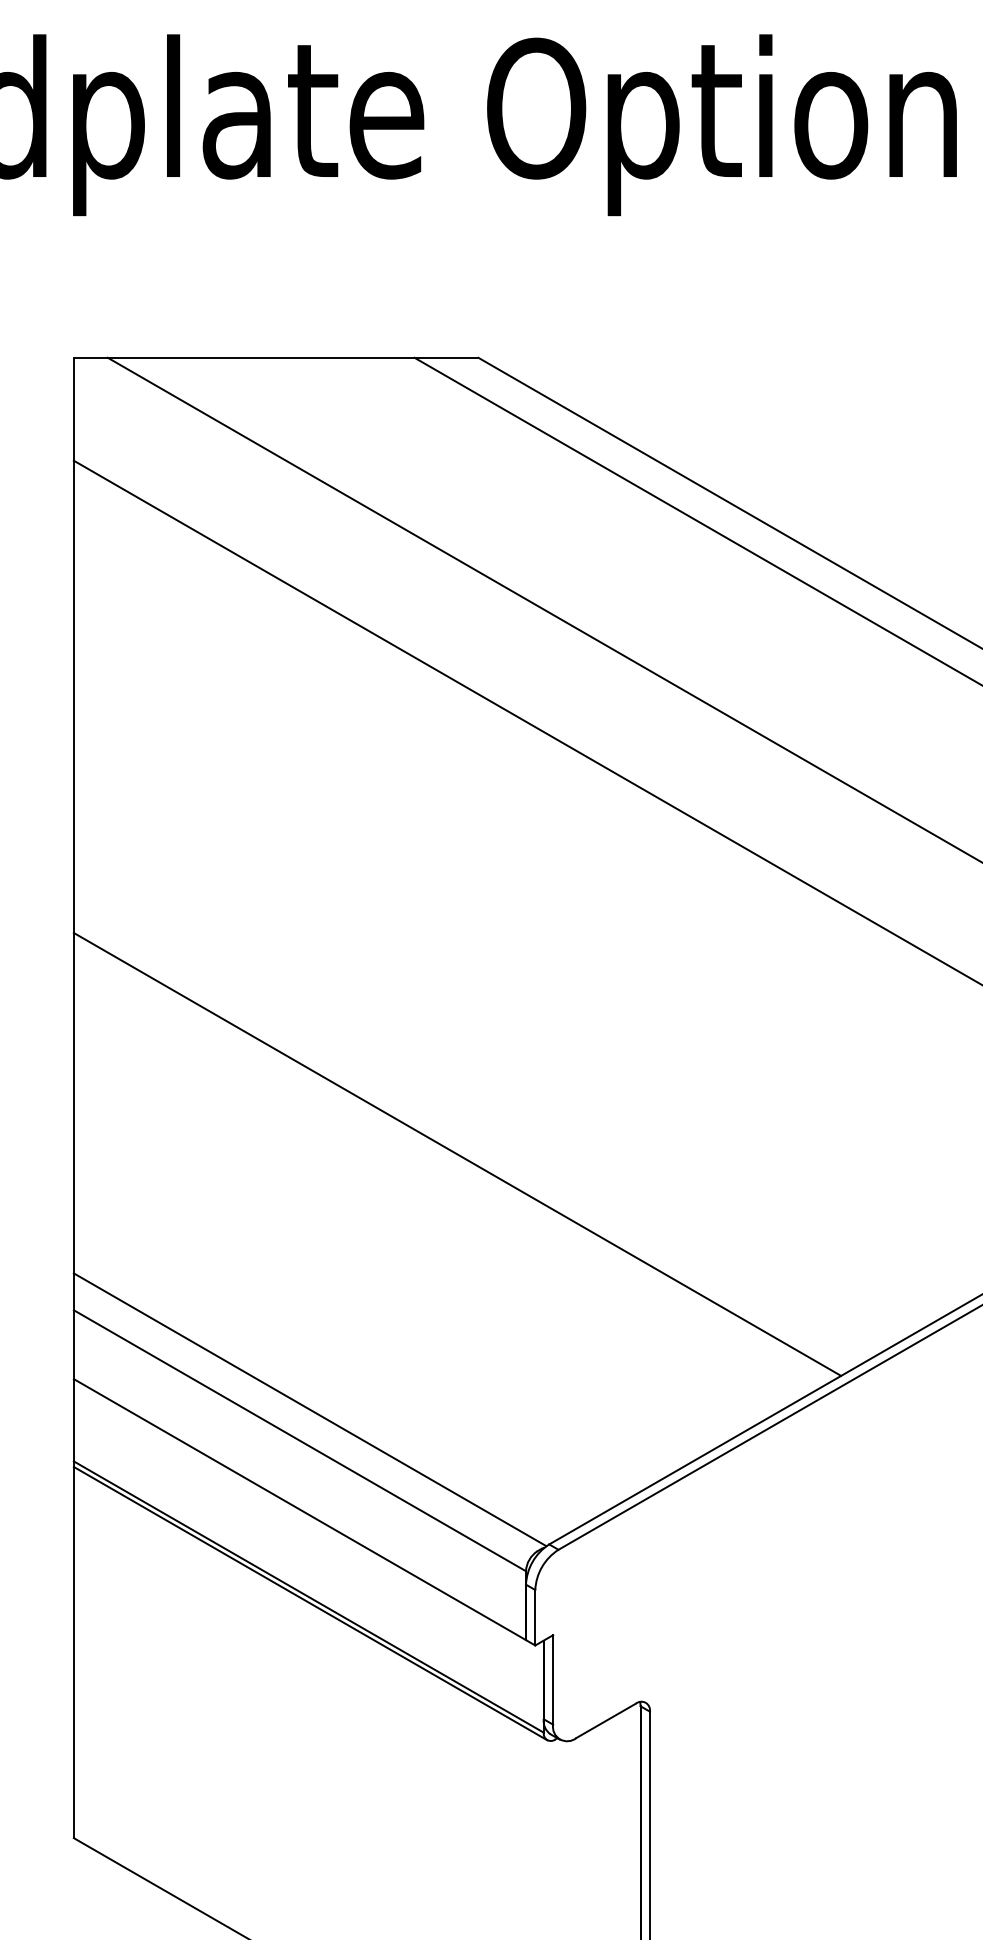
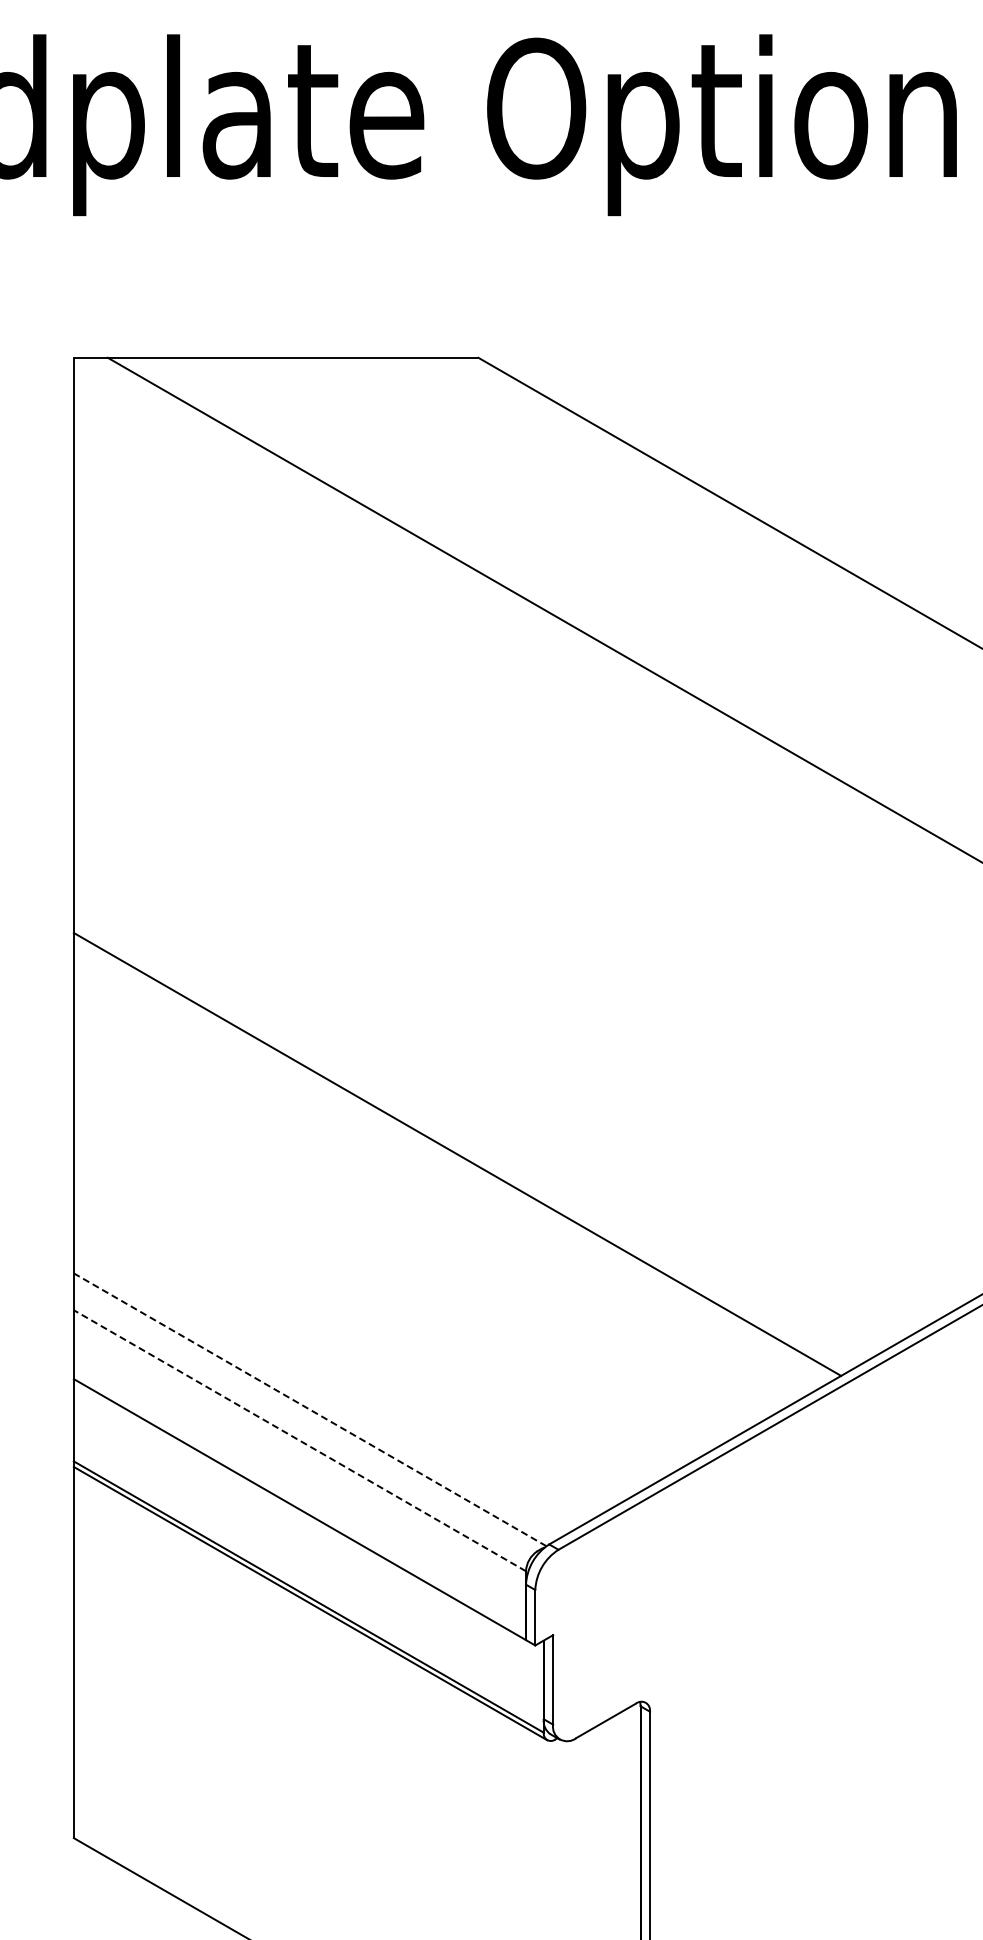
line at (696, 520): present -> none
line at (526, 721): present -> none
line at (310, 1409): solid -> dashed
line at (299, 1440): solid -> dashed
